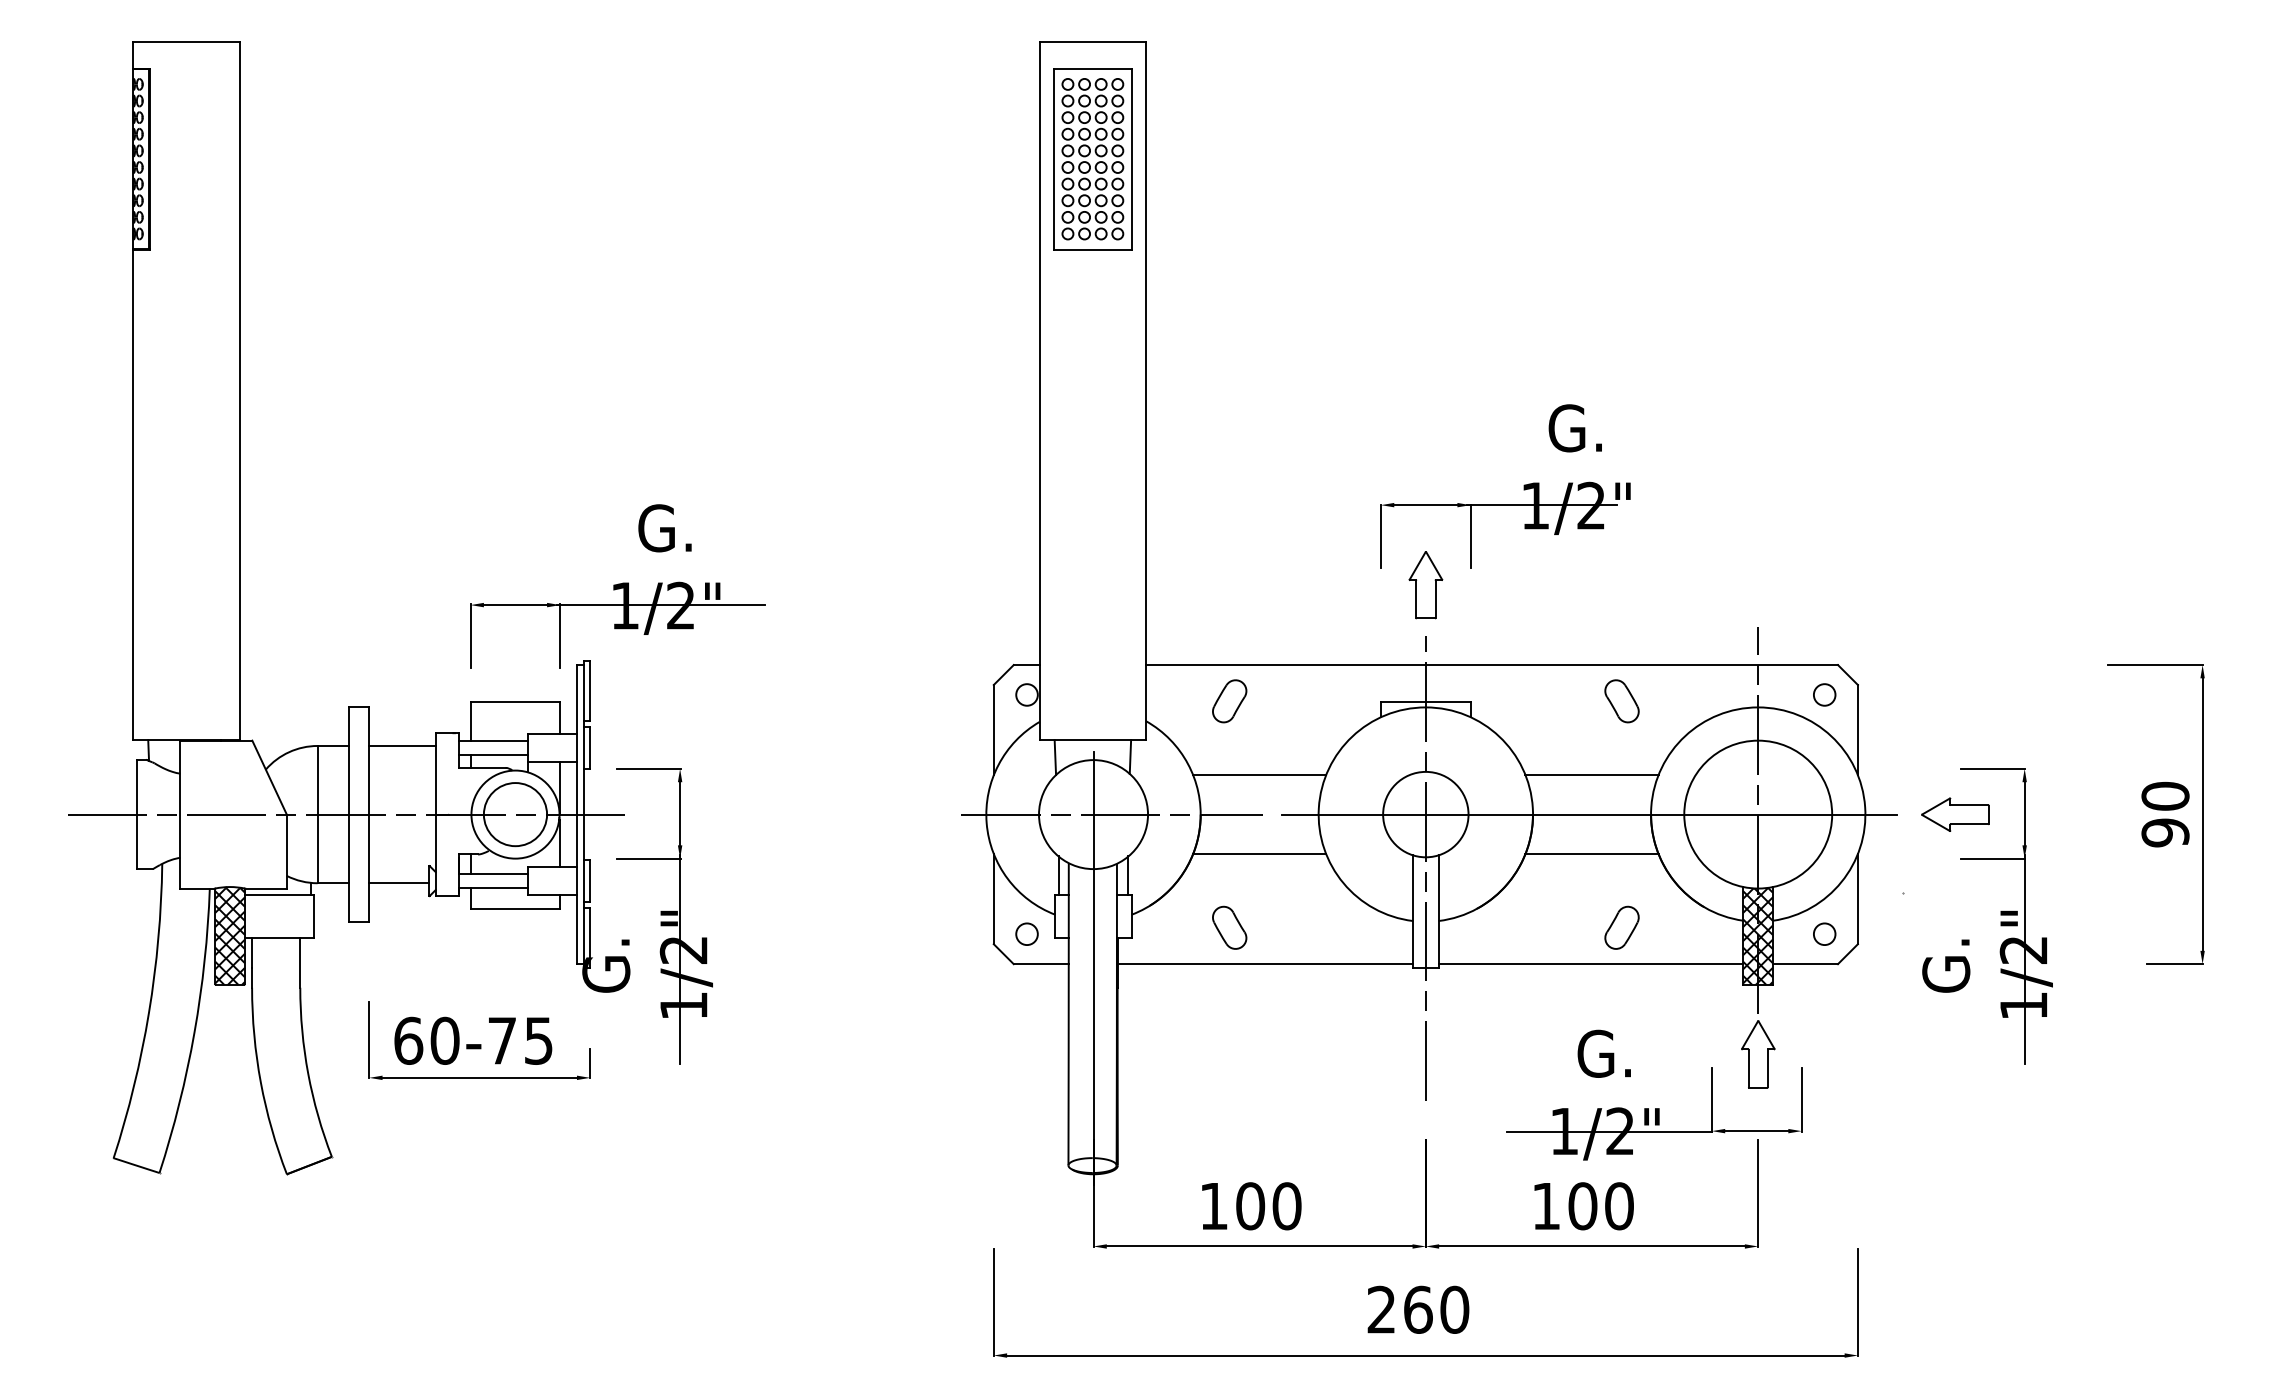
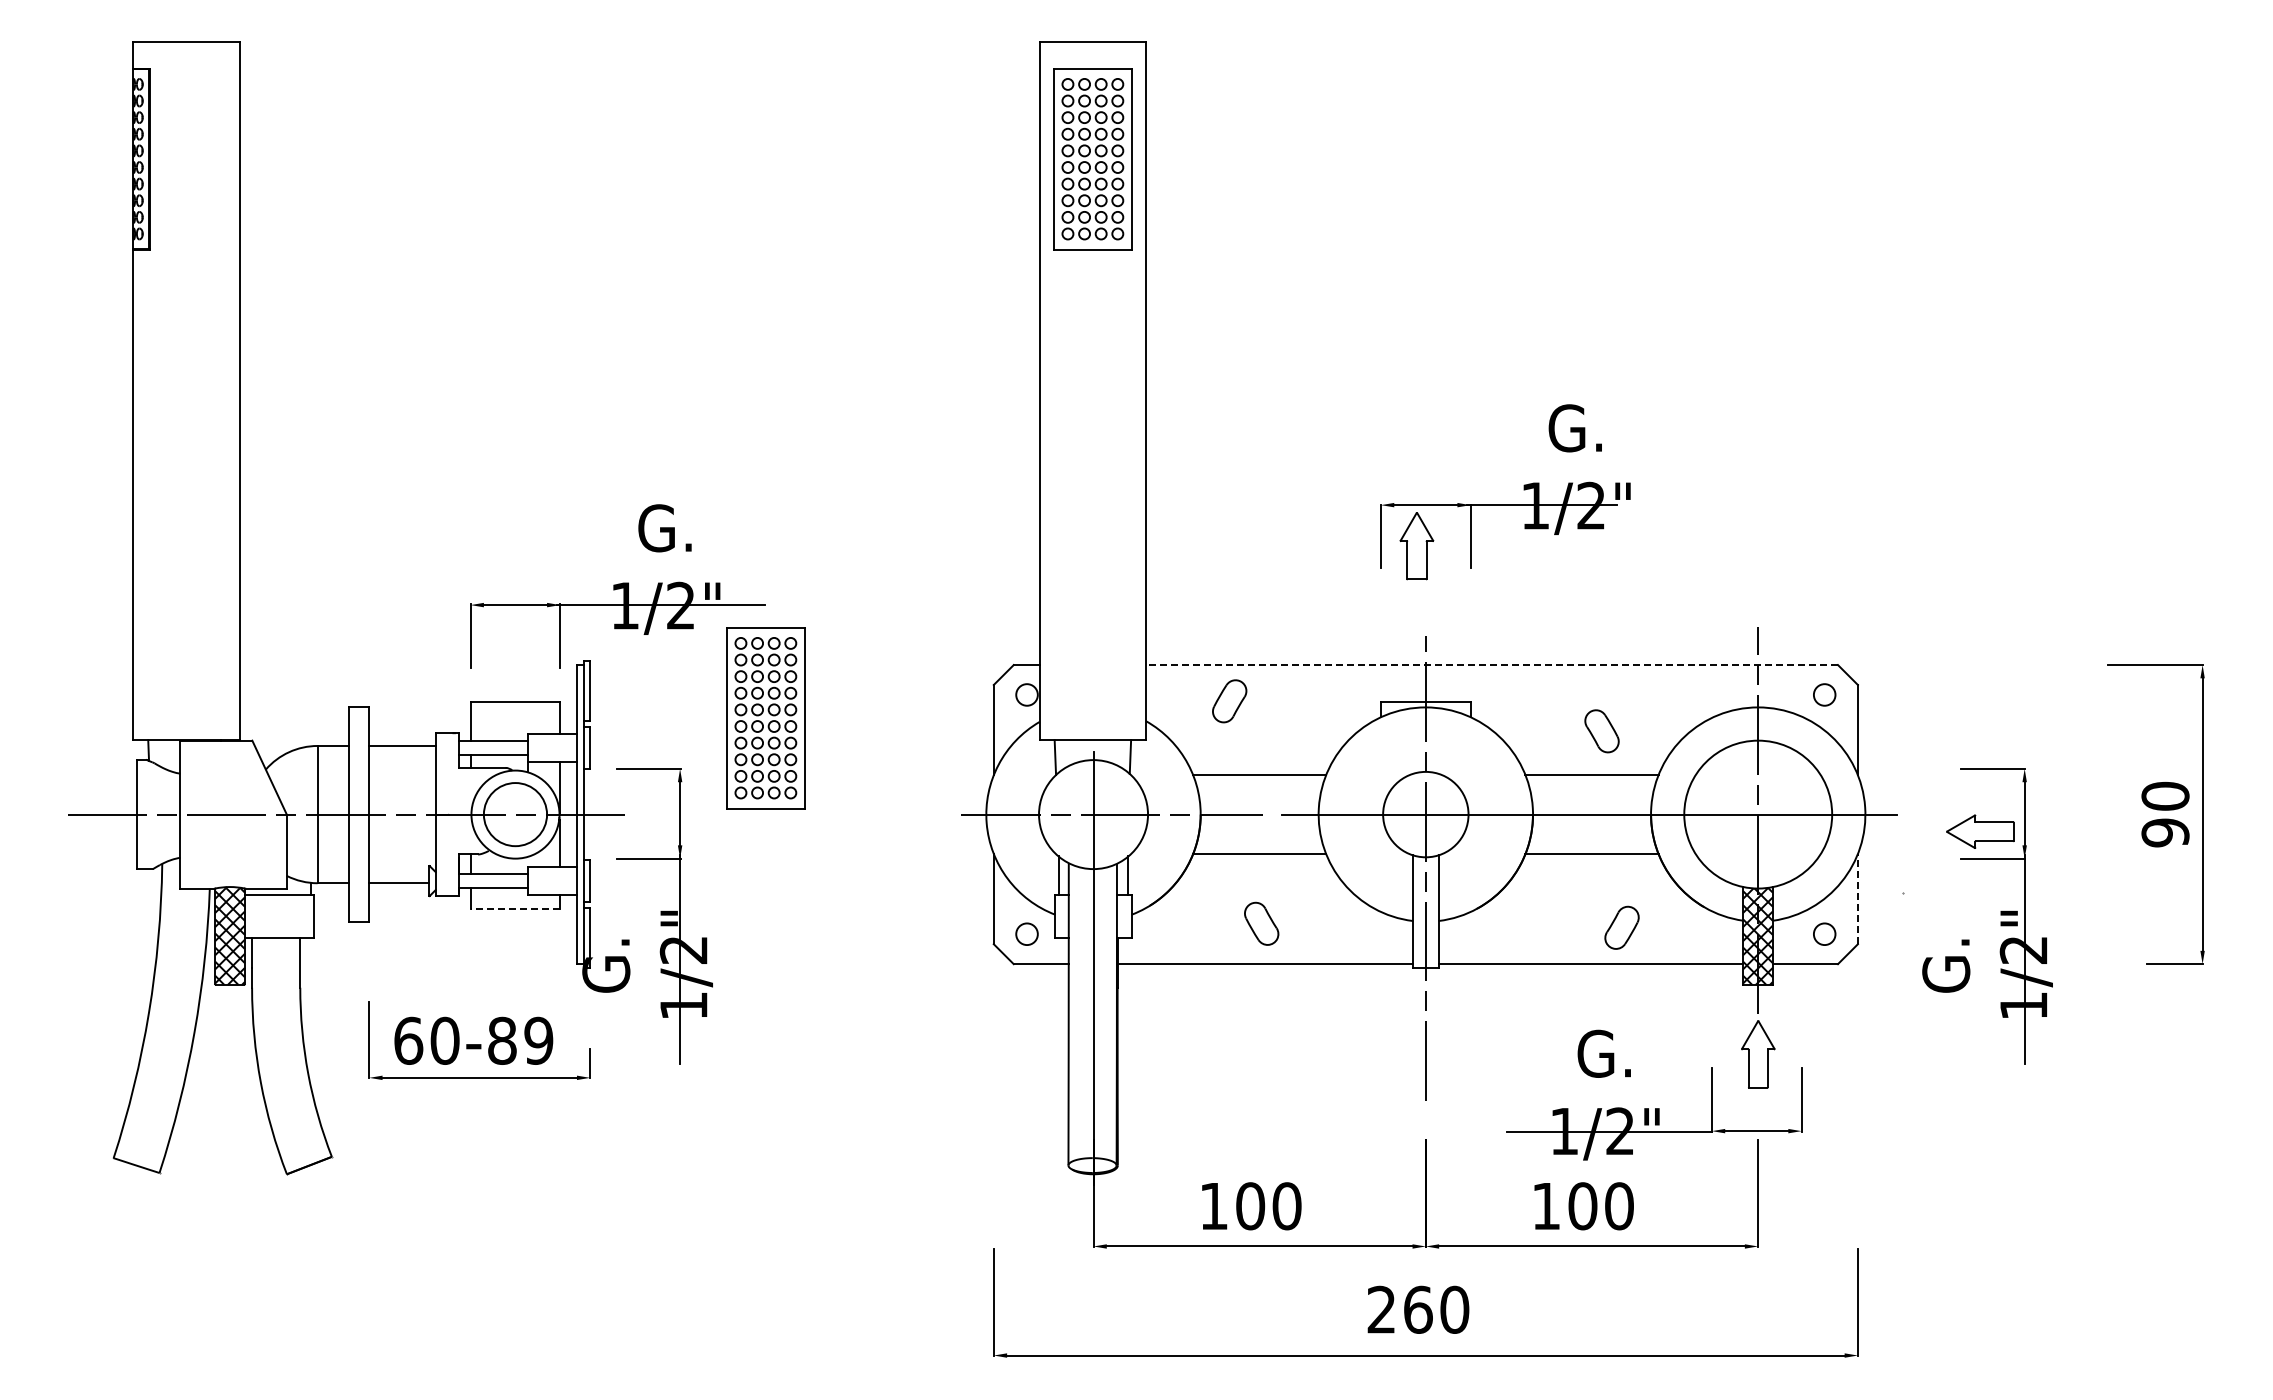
part at (1425, 585) position: (1425, 585) -> (1416, 546)
line at (1492, 665): solid -> dashed
part at (1621, 701) position: (1621, 701) -> (1601, 731)
part at (765, 718): none -> present
part at (1955, 814) position: (1955, 814) -> (1980, 831)
line at (1857, 898): solid -> dashed
line at (515, 909): solid -> dashed
part at (1229, 927) position: (1229, 927) -> (1261, 923)
text at (520, 1040): 60-75 -> 60-89
